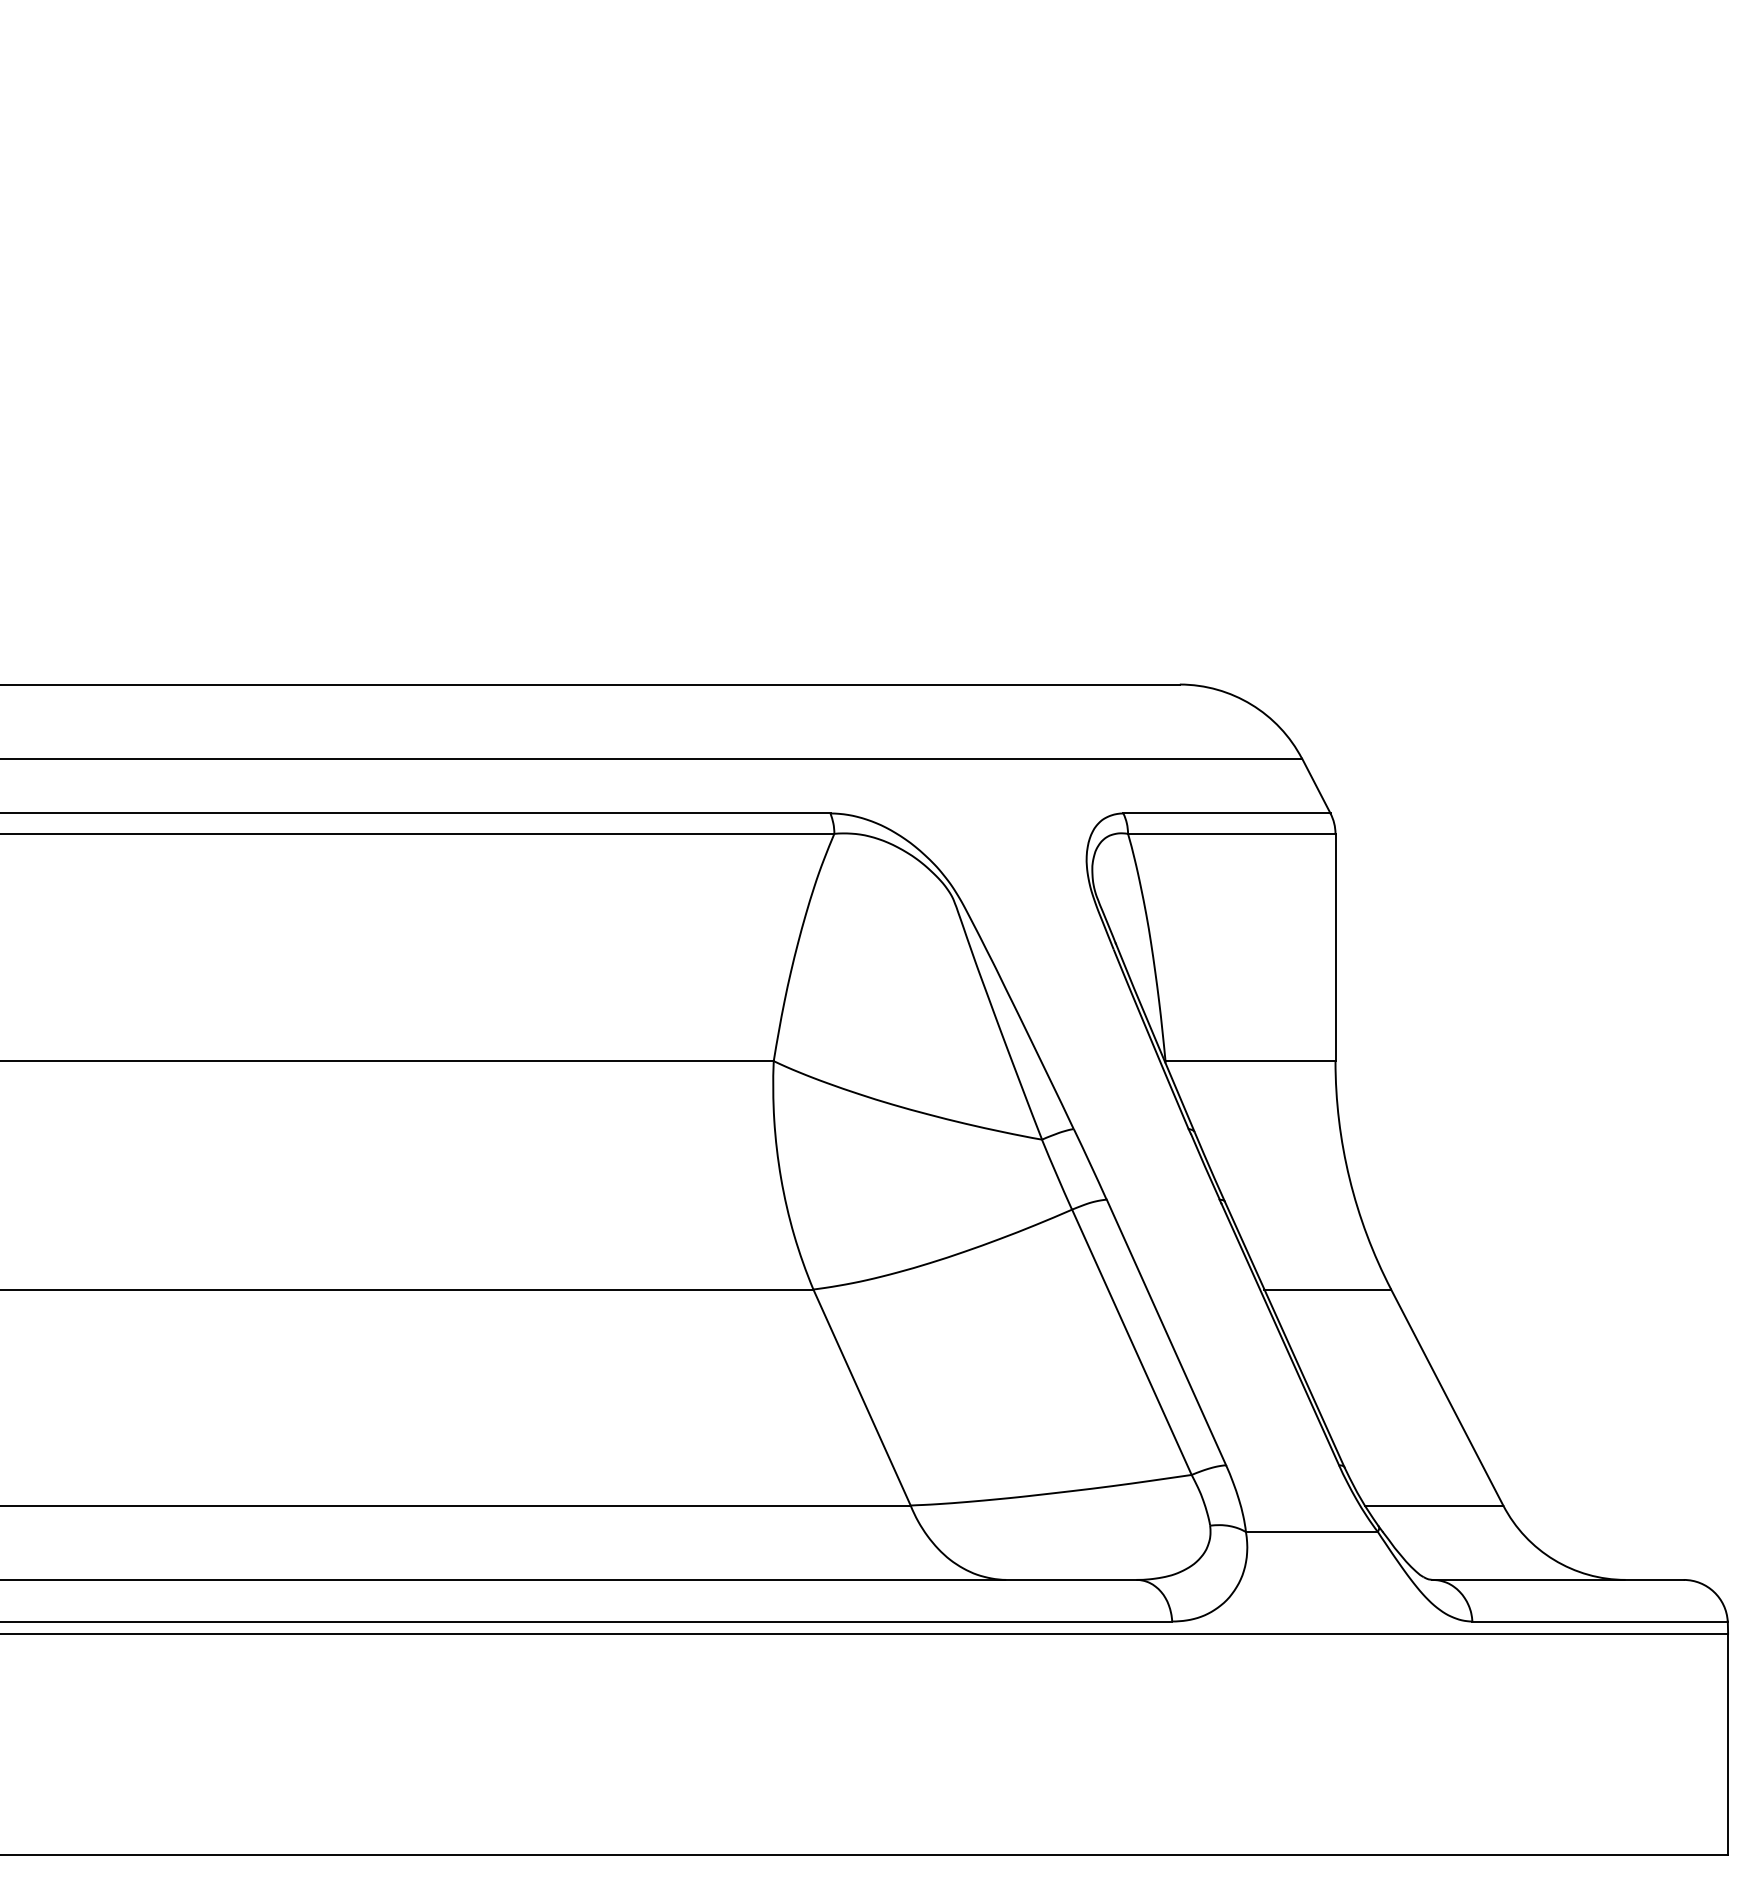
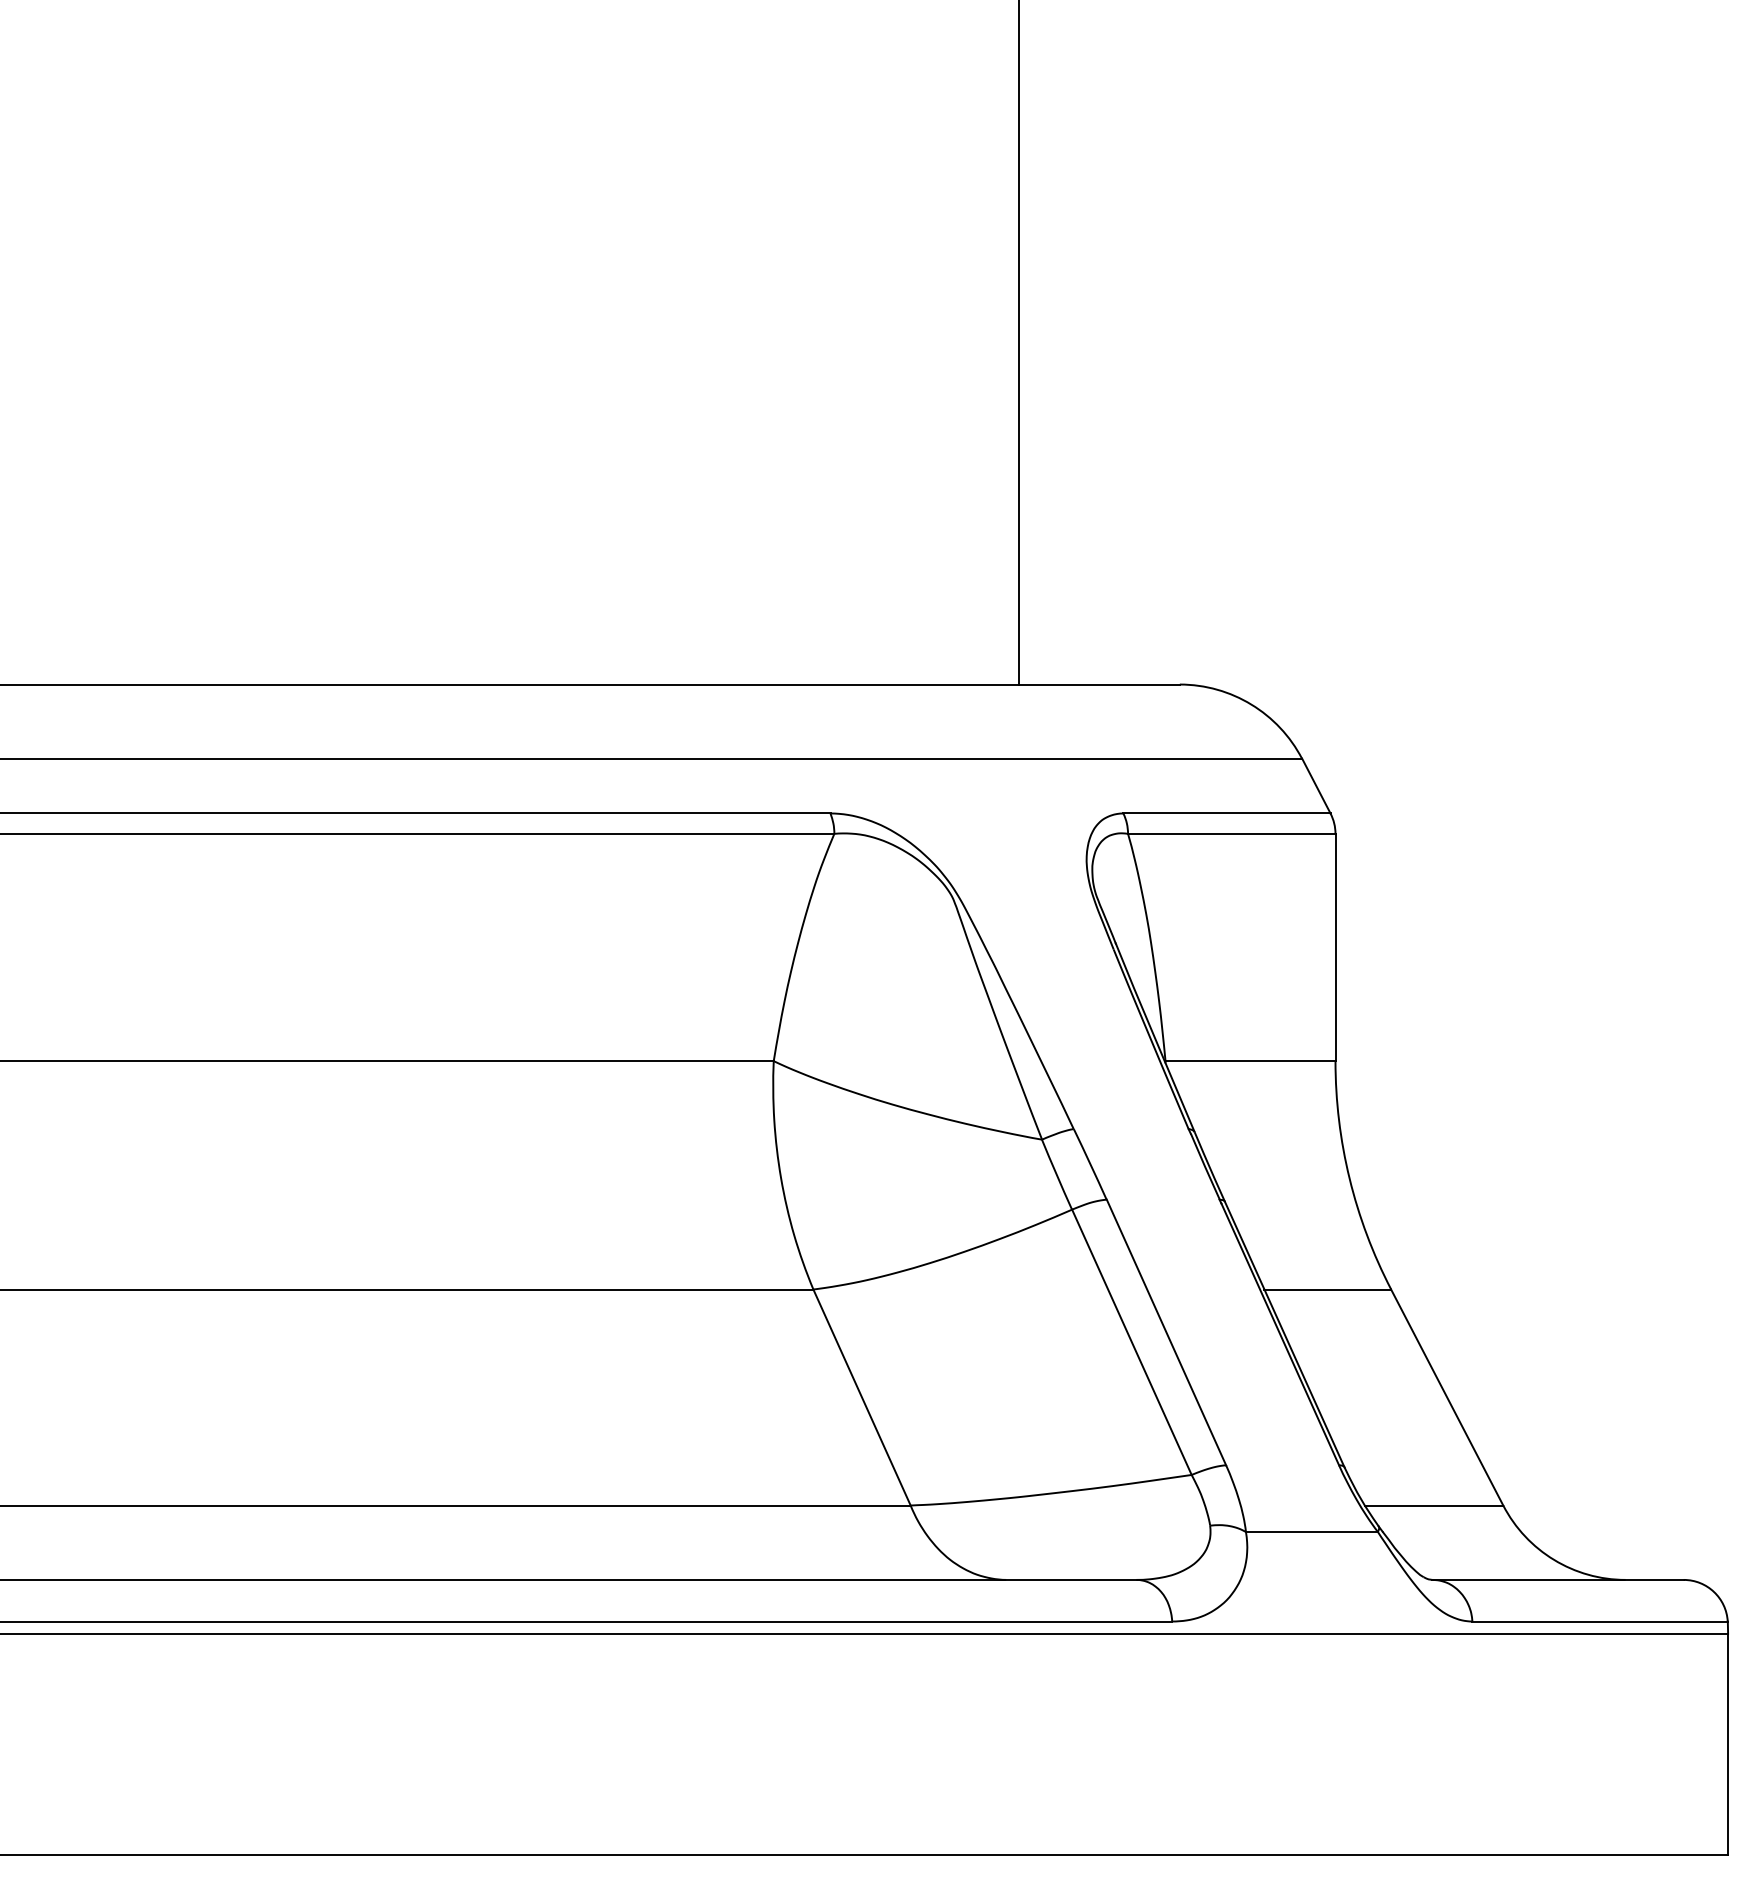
line at (1018, 343): none -> present
